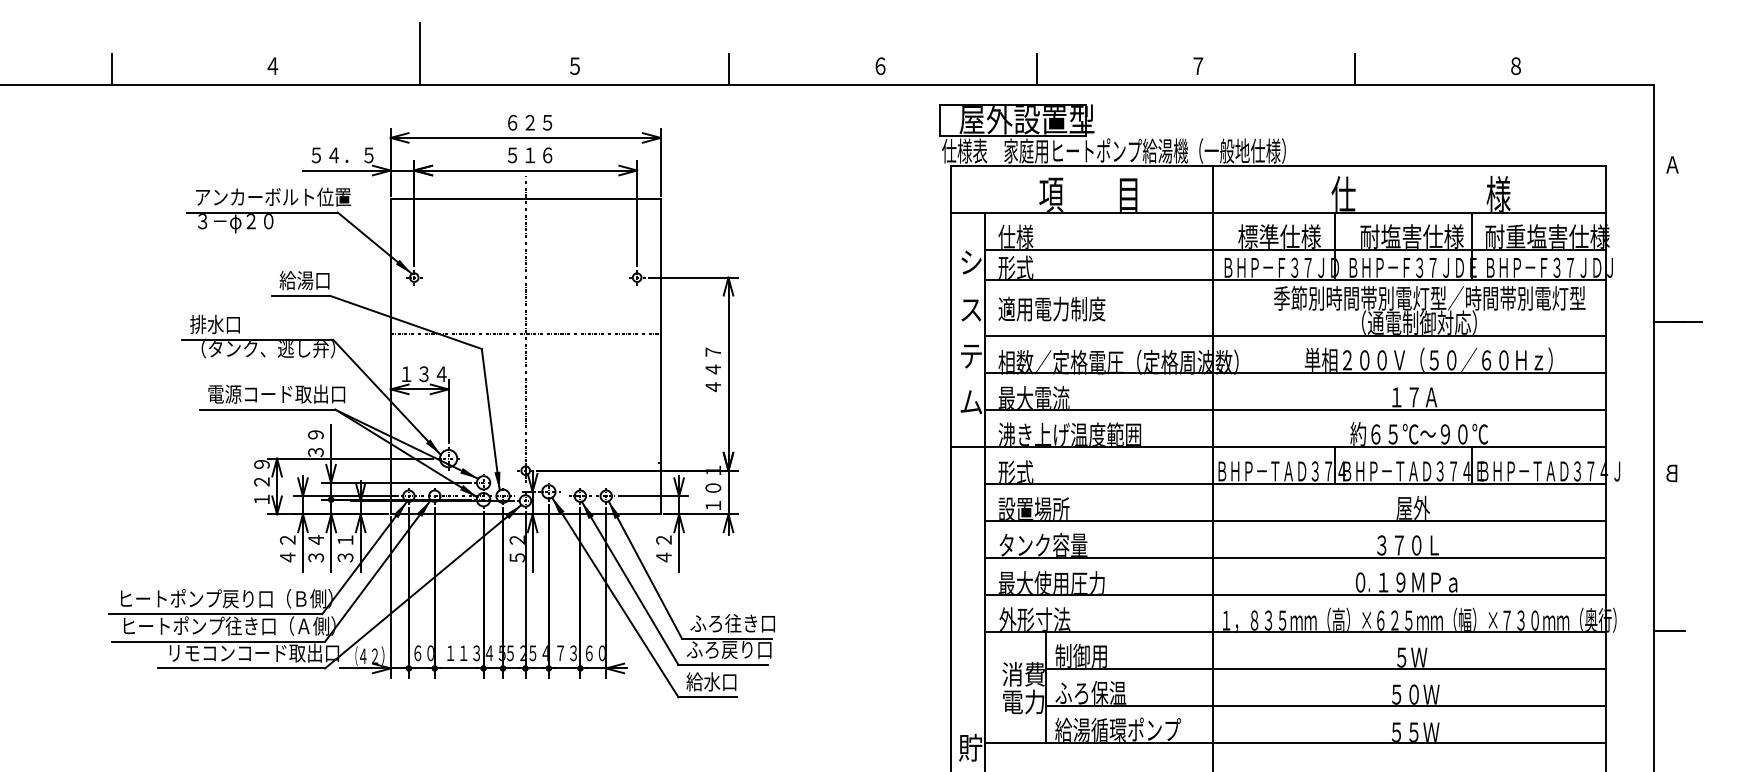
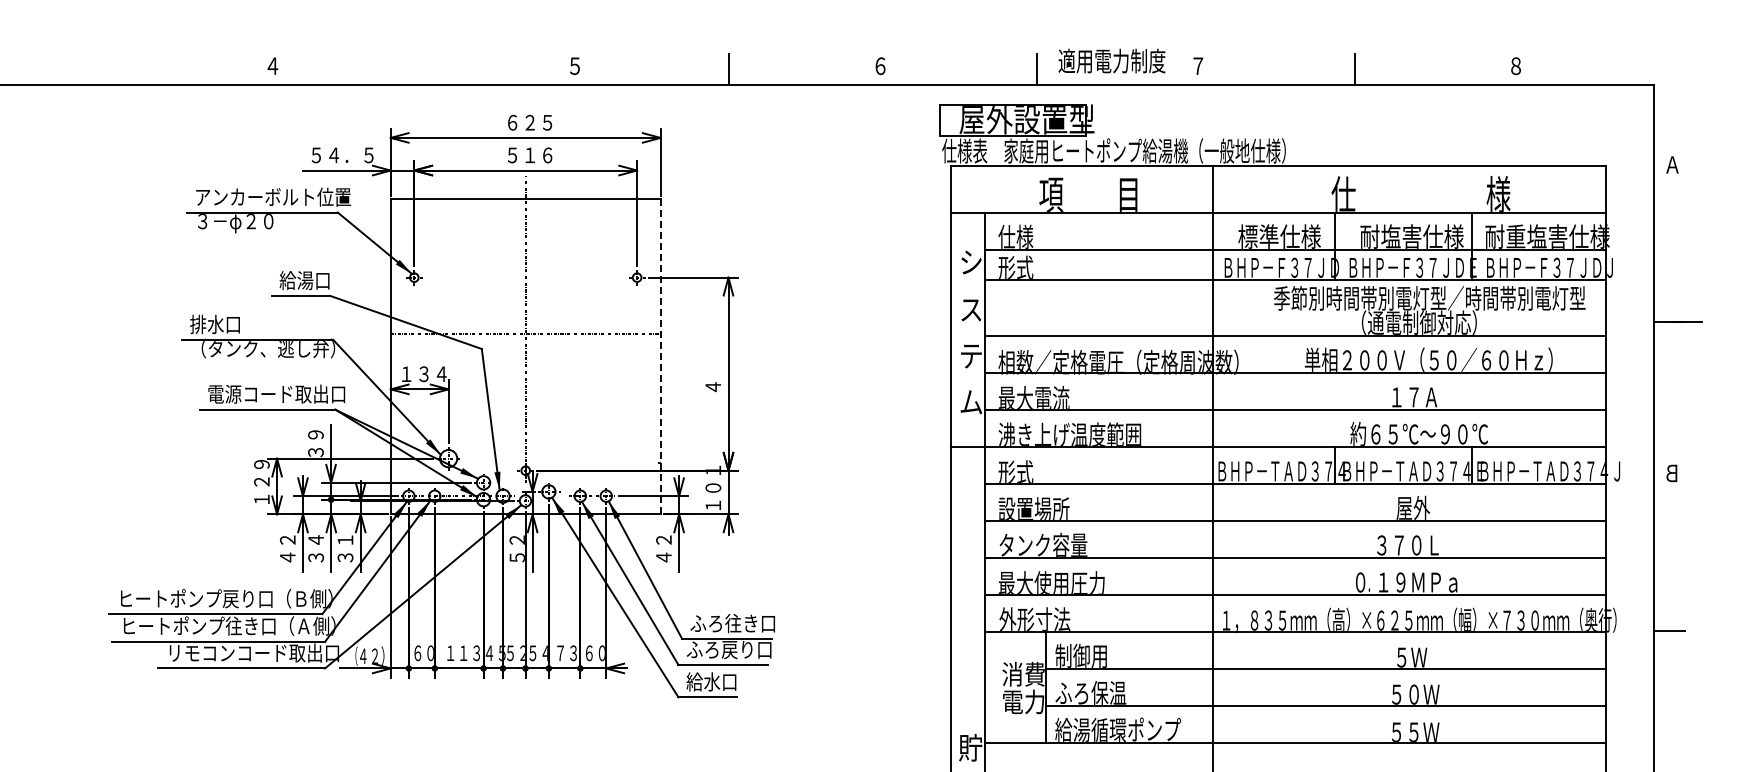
line at (420, 53): present -> none
line at (111, 68): present -> none
text at (1051, 308) position: (1051, 308) -> (1111, 60)
line at (660, 356): solid -> dashed
text at (713, 360): ４４７ -> ４
